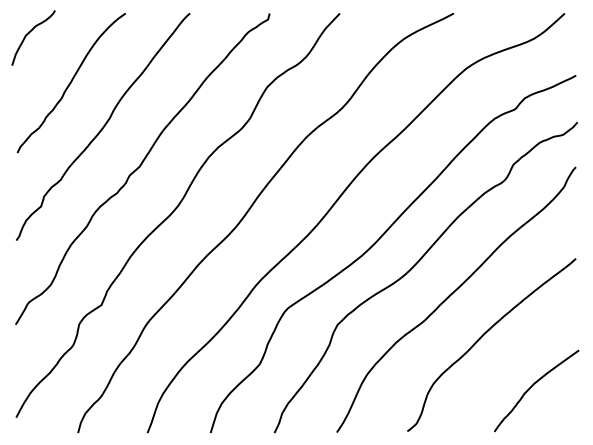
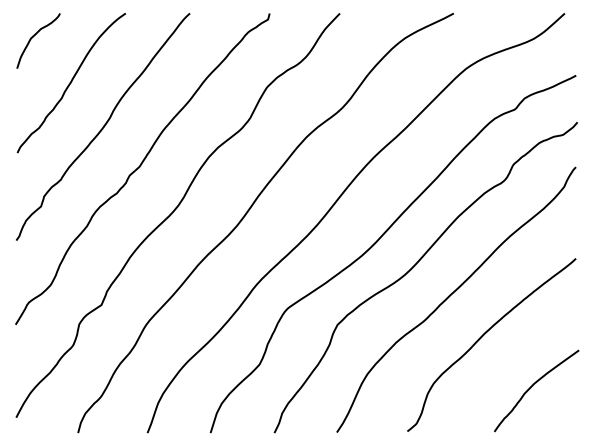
curve at (29, 33) position: (29, 33) -> (34, 36)
